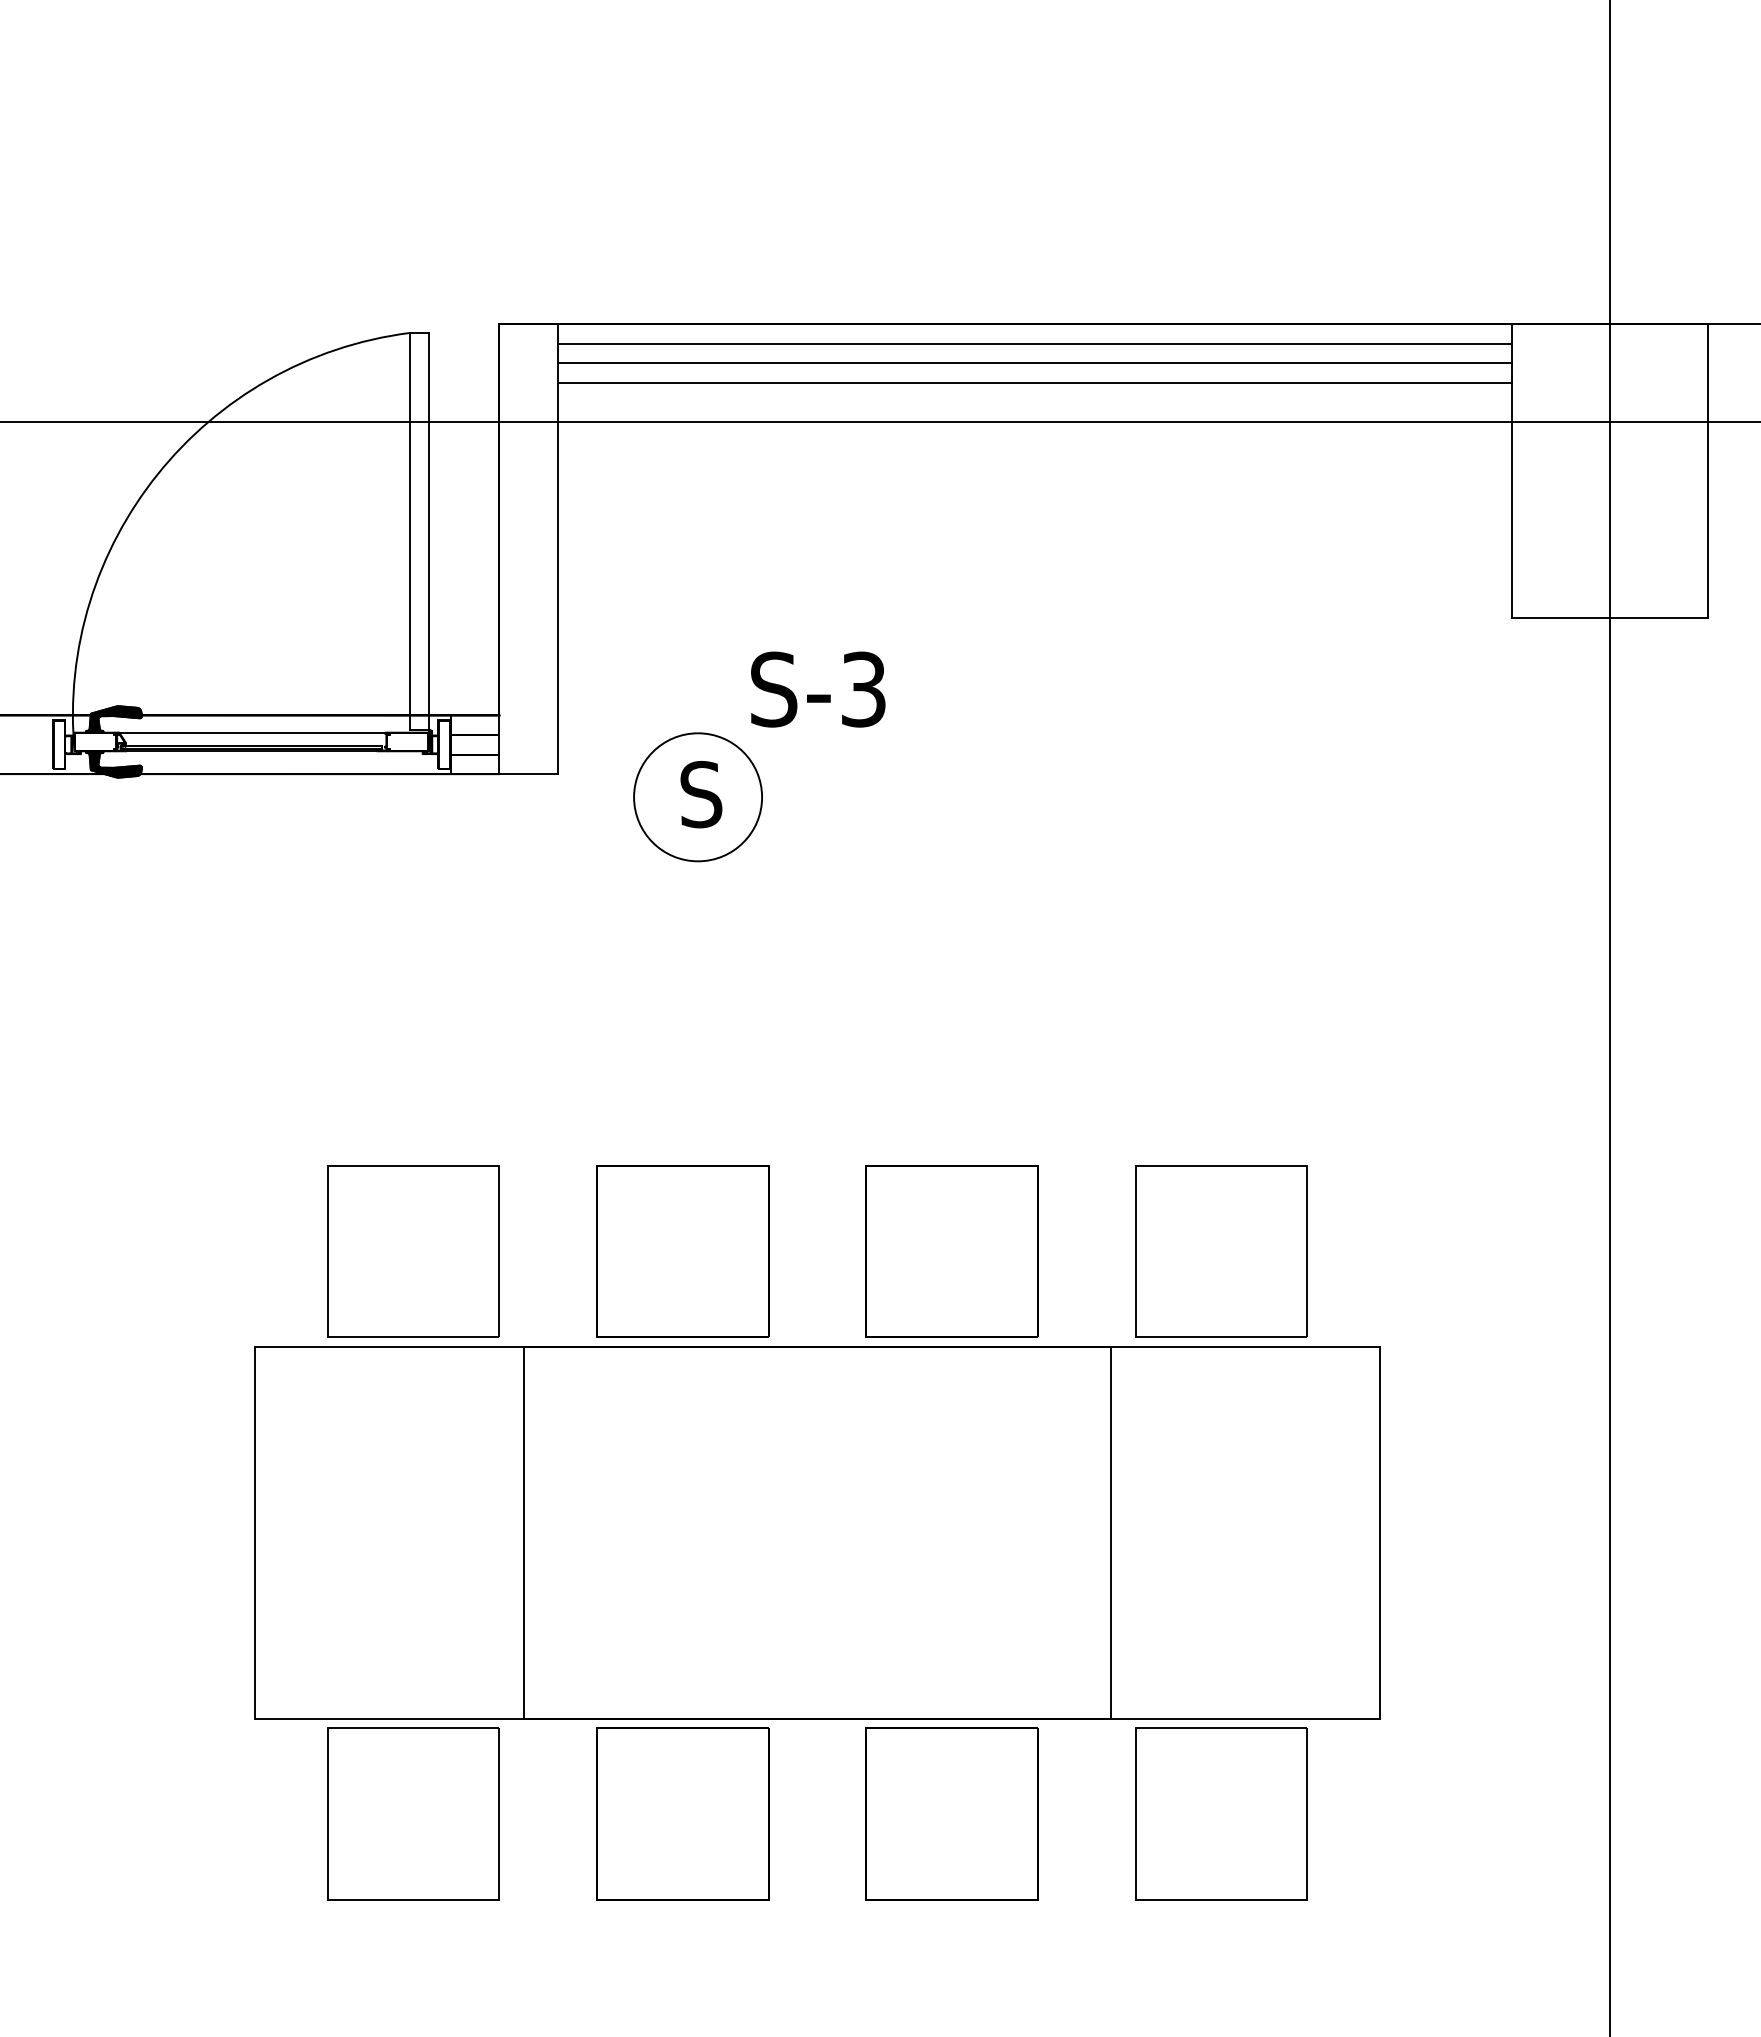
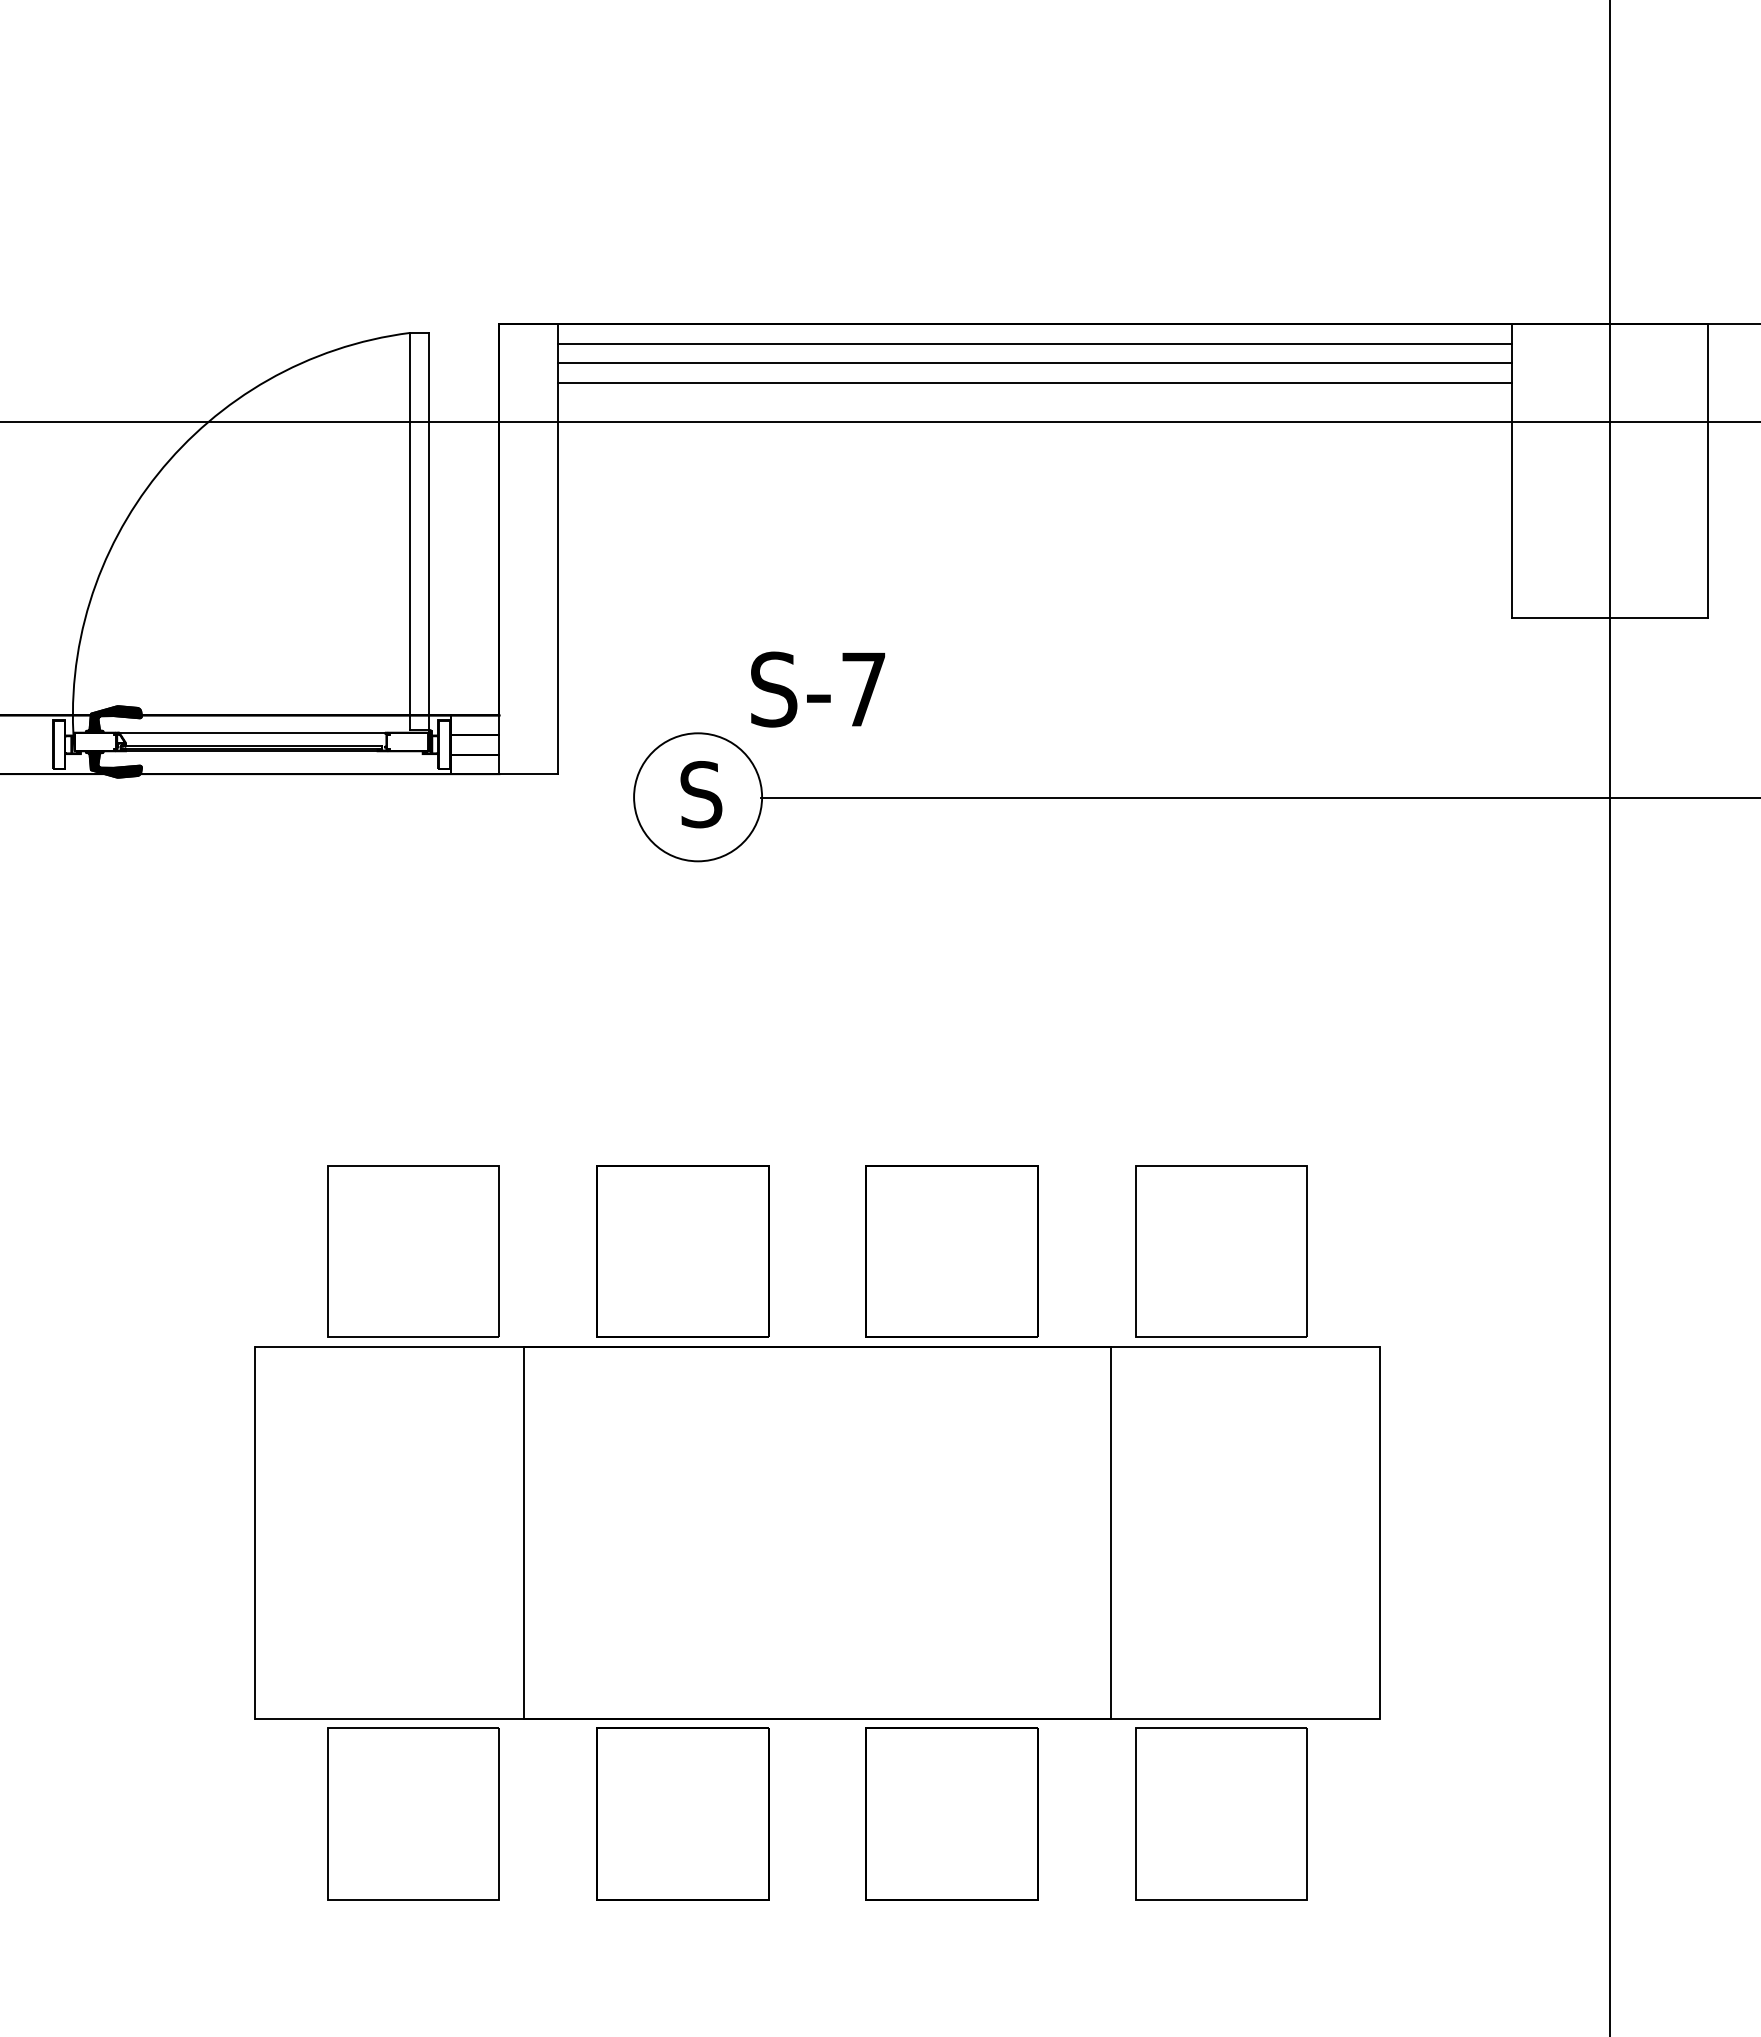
text at (863, 689): S-3 -> S-7
line at (1258, 798): none -> present
